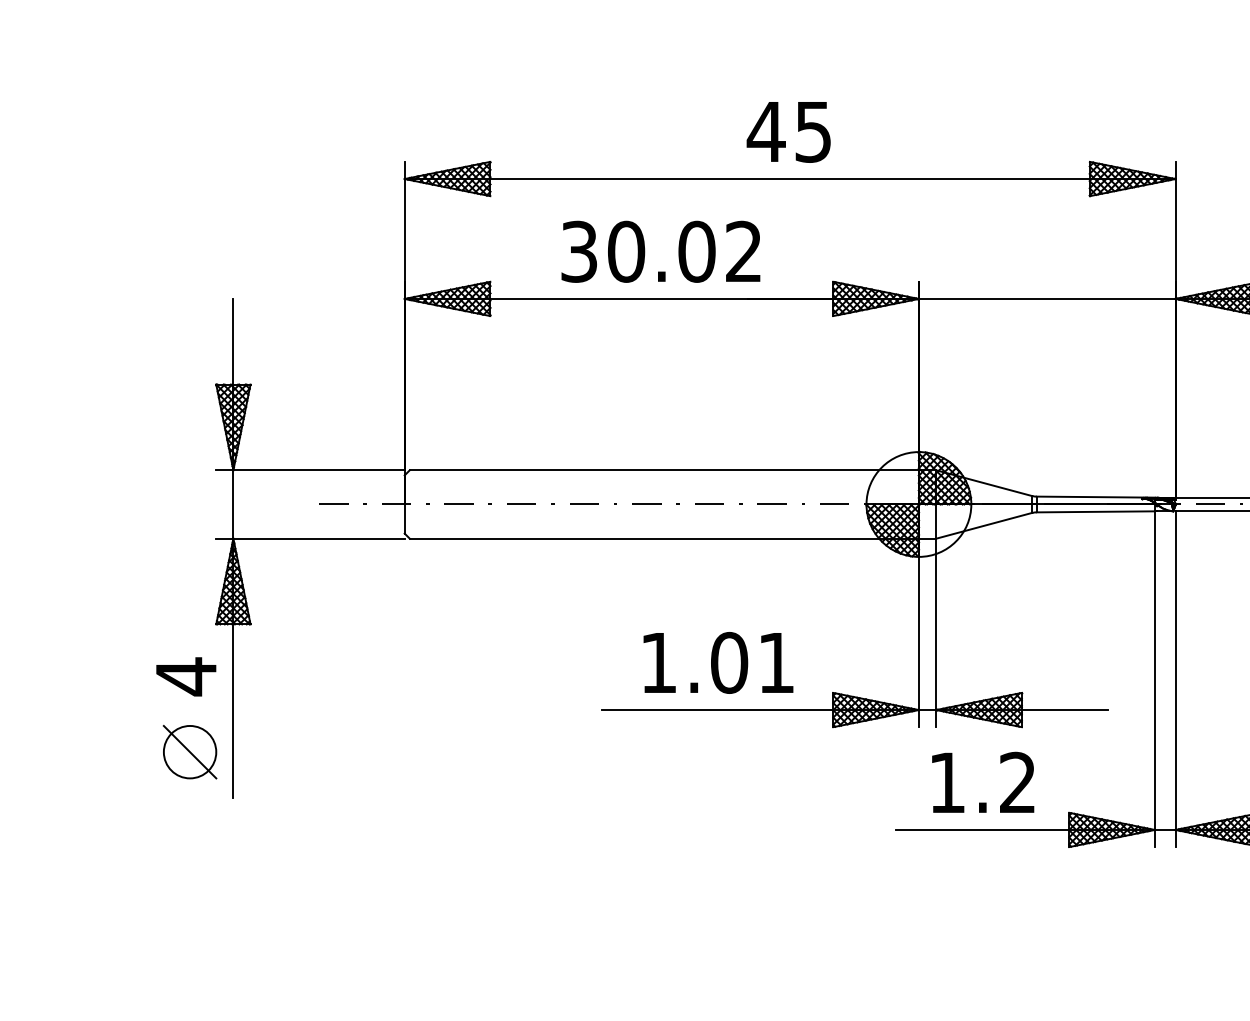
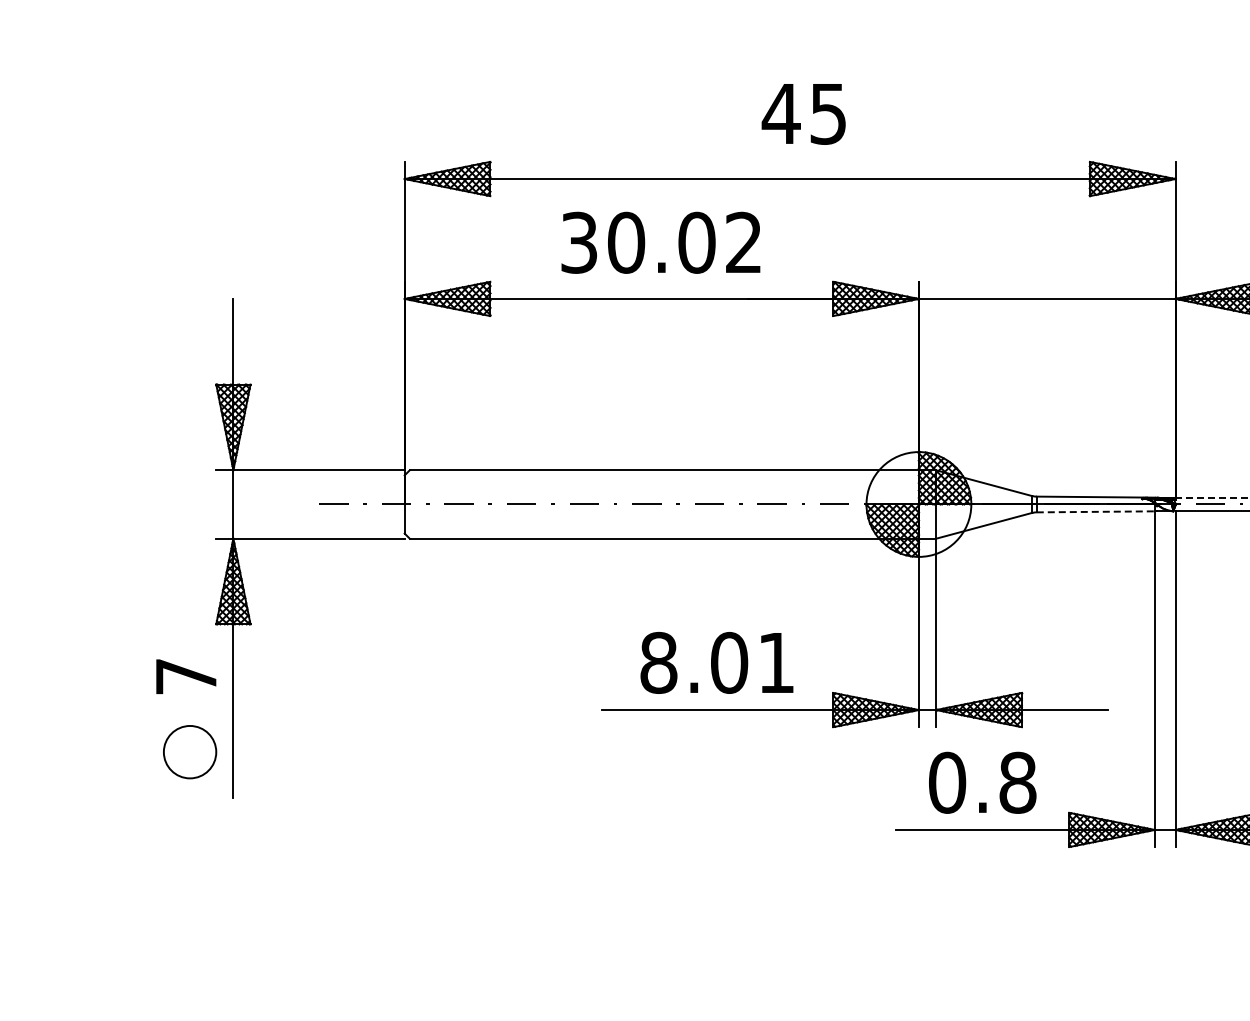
text at (788, 132) position: (788, 132) -> (803, 114)
text at (660, 251) position: (660, 251) -> (660, 242)
line at (1212, 497): solid -> dashed
line at (1096, 511): solid -> dashed
text at (658, 662): 1.01 -> 8.01
text at (186, 676): 4 -> 7
line at (189, 751): present -> none
text at (982, 782): 1.2 -> 0.8
